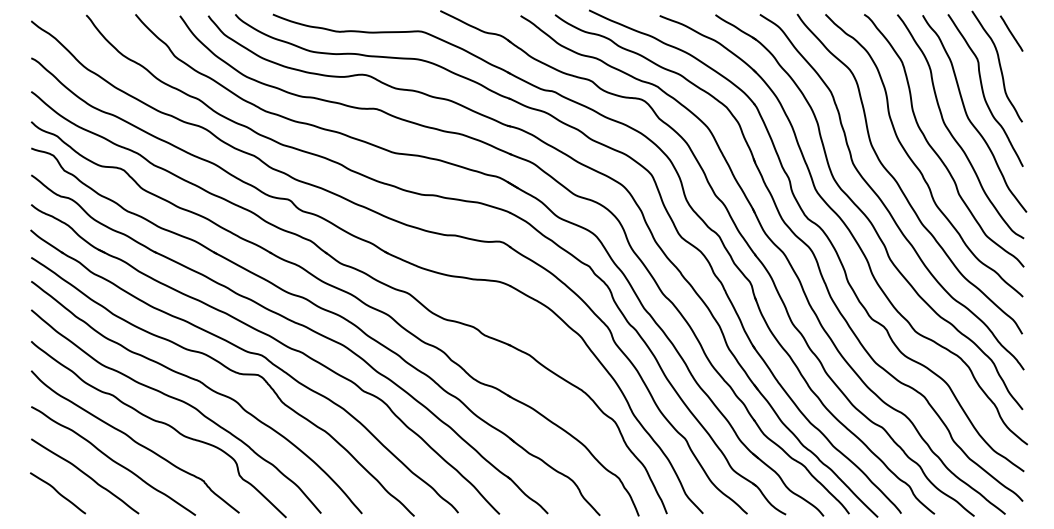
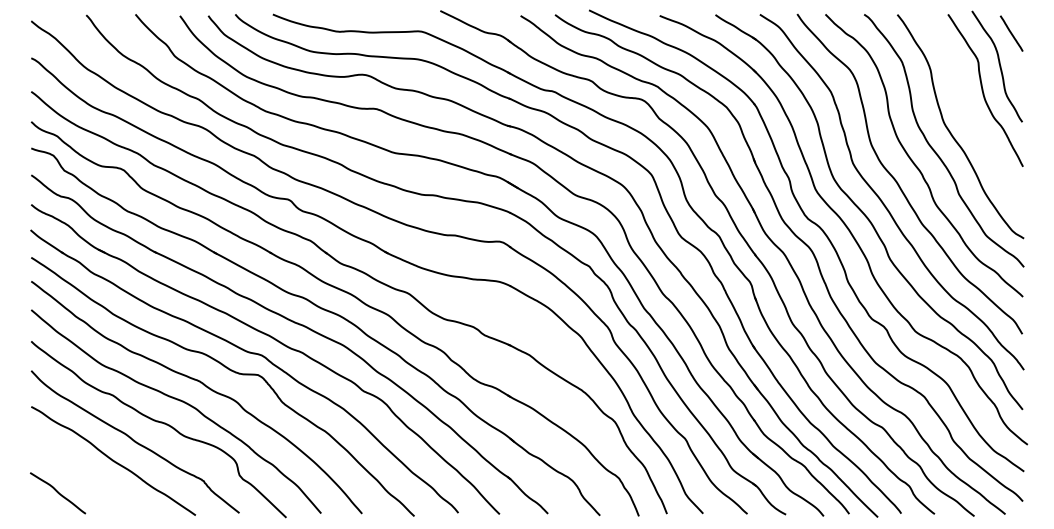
curve at (968, 116): present -> none
curve at (85, 475): present -> none
